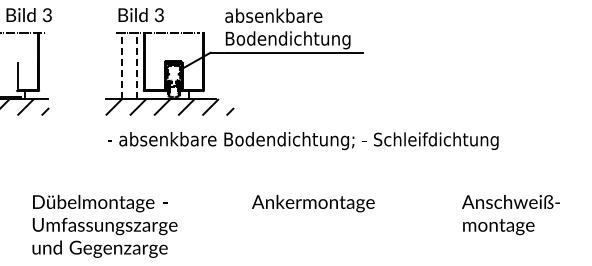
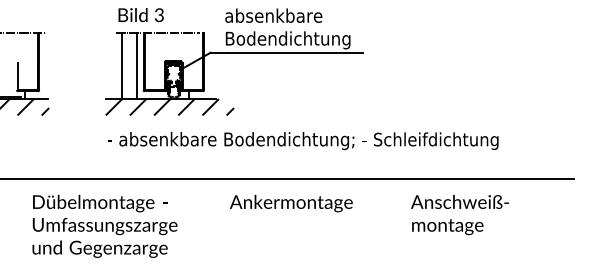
part at (28, 15): present -> none
line at (122, 66): dashed -> solid
line at (136, 66): dashed -> solid
line at (288, 178): none -> present
text at (313, 203) position: (313, 203) -> (291, 203)
text at (510, 215) position: (510, 215) -> (459, 215)
